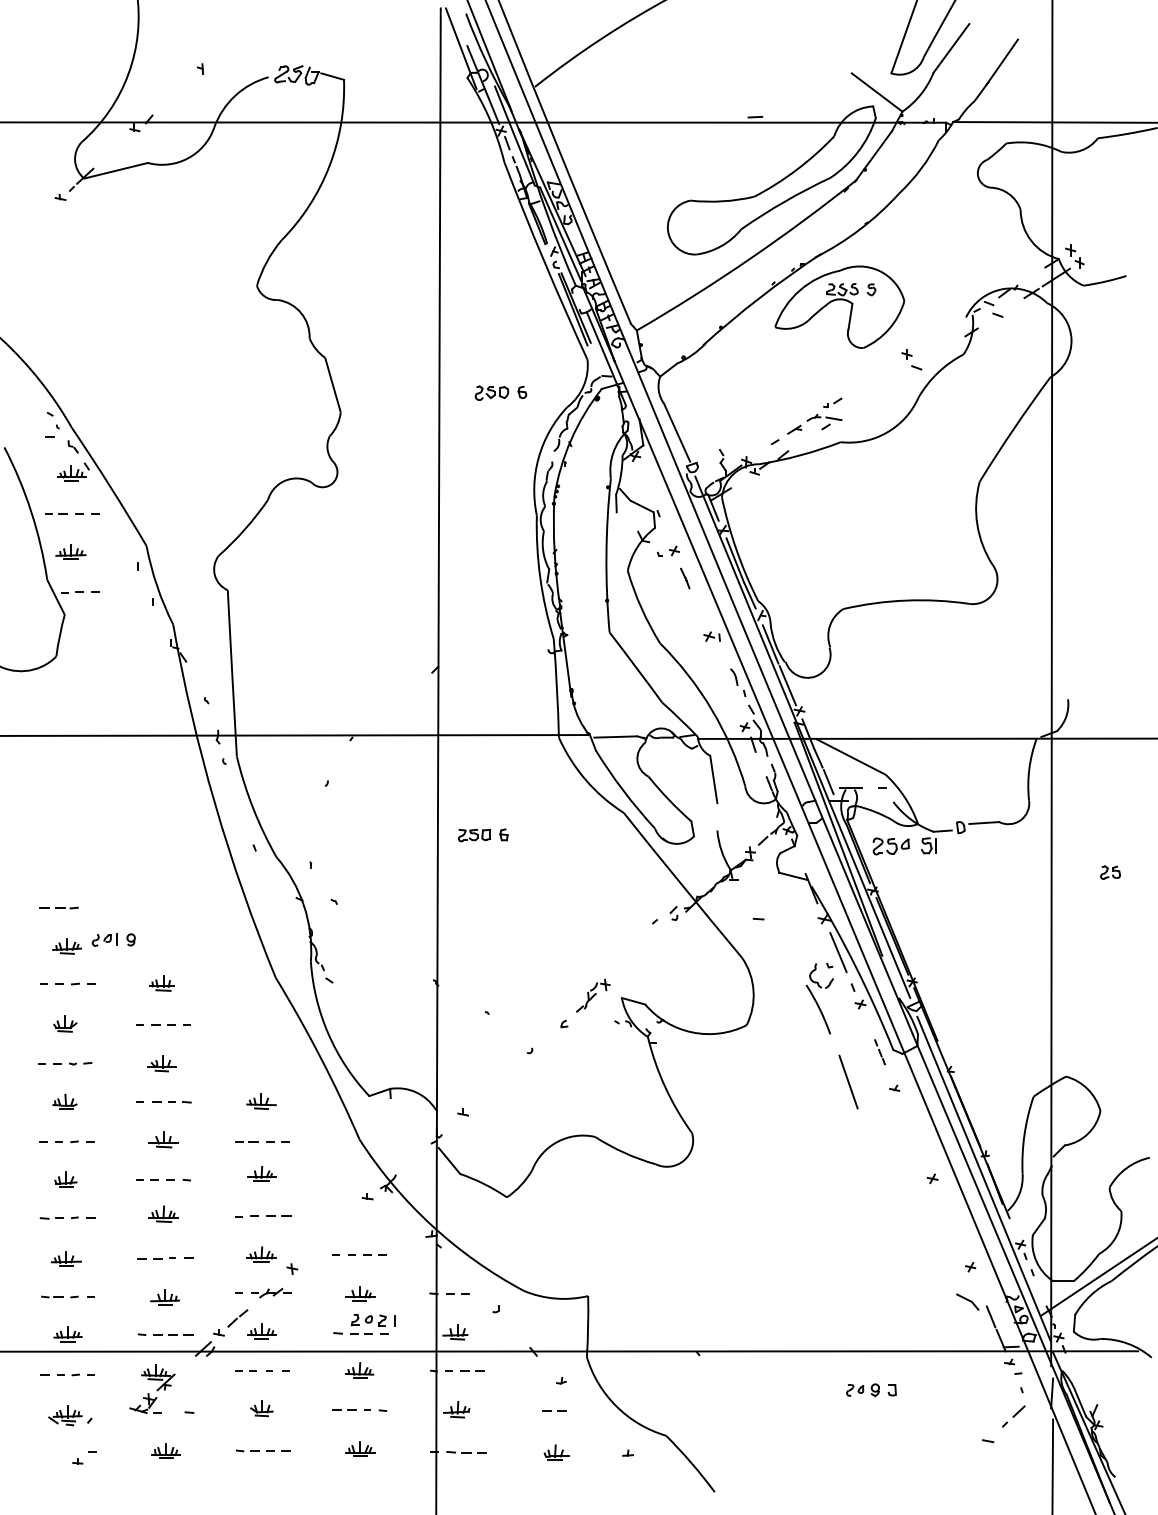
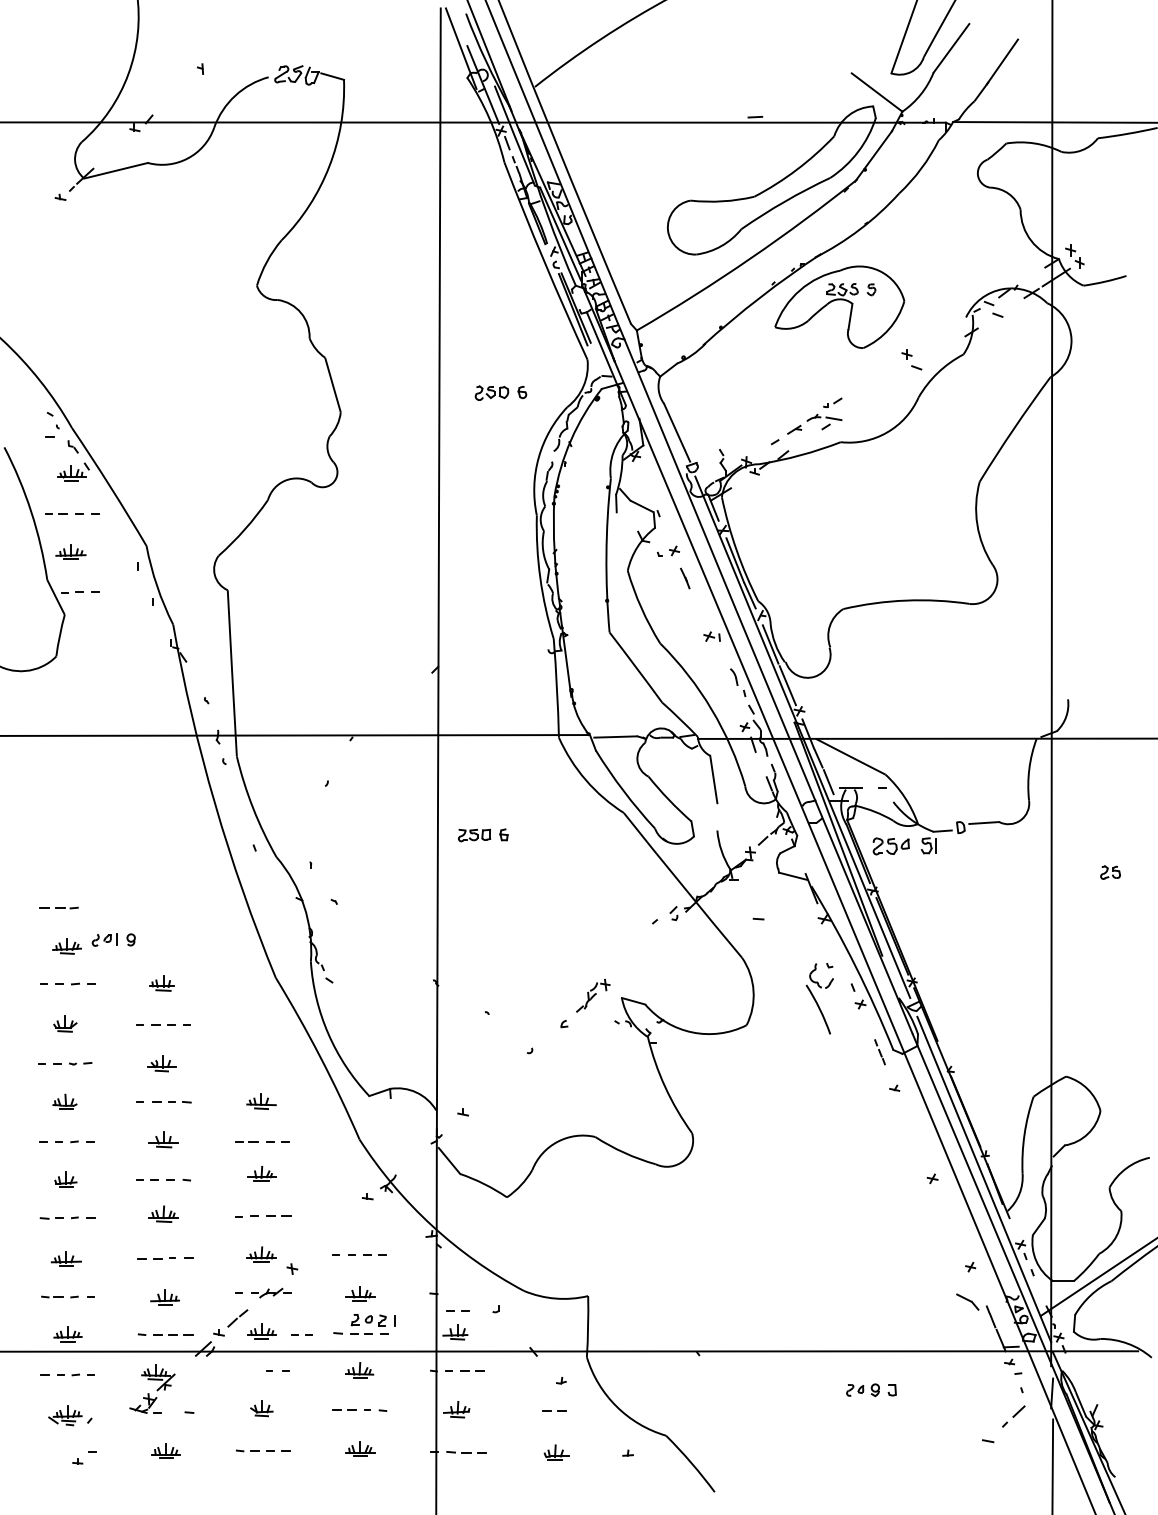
line at (838, 952): present -> none
line at (848, 1081): present -> none
line at (454, 1293) position: (454, 1293) -> (454, 1310)
line at (242, 1370) position: (242, 1370) -> (298, 1334)
